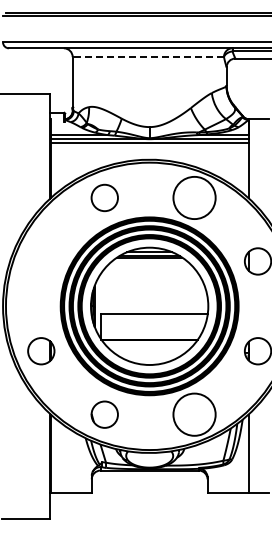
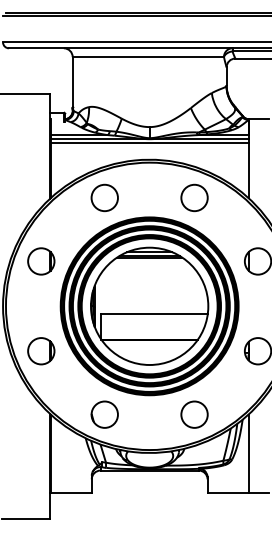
line at (148, 57): dashed -> solid
circle at (194, 197) diameter: 42 px -> 26 px
part at (41, 261): none -> present
circle at (194, 414) diameter: 42 px -> 26 px
